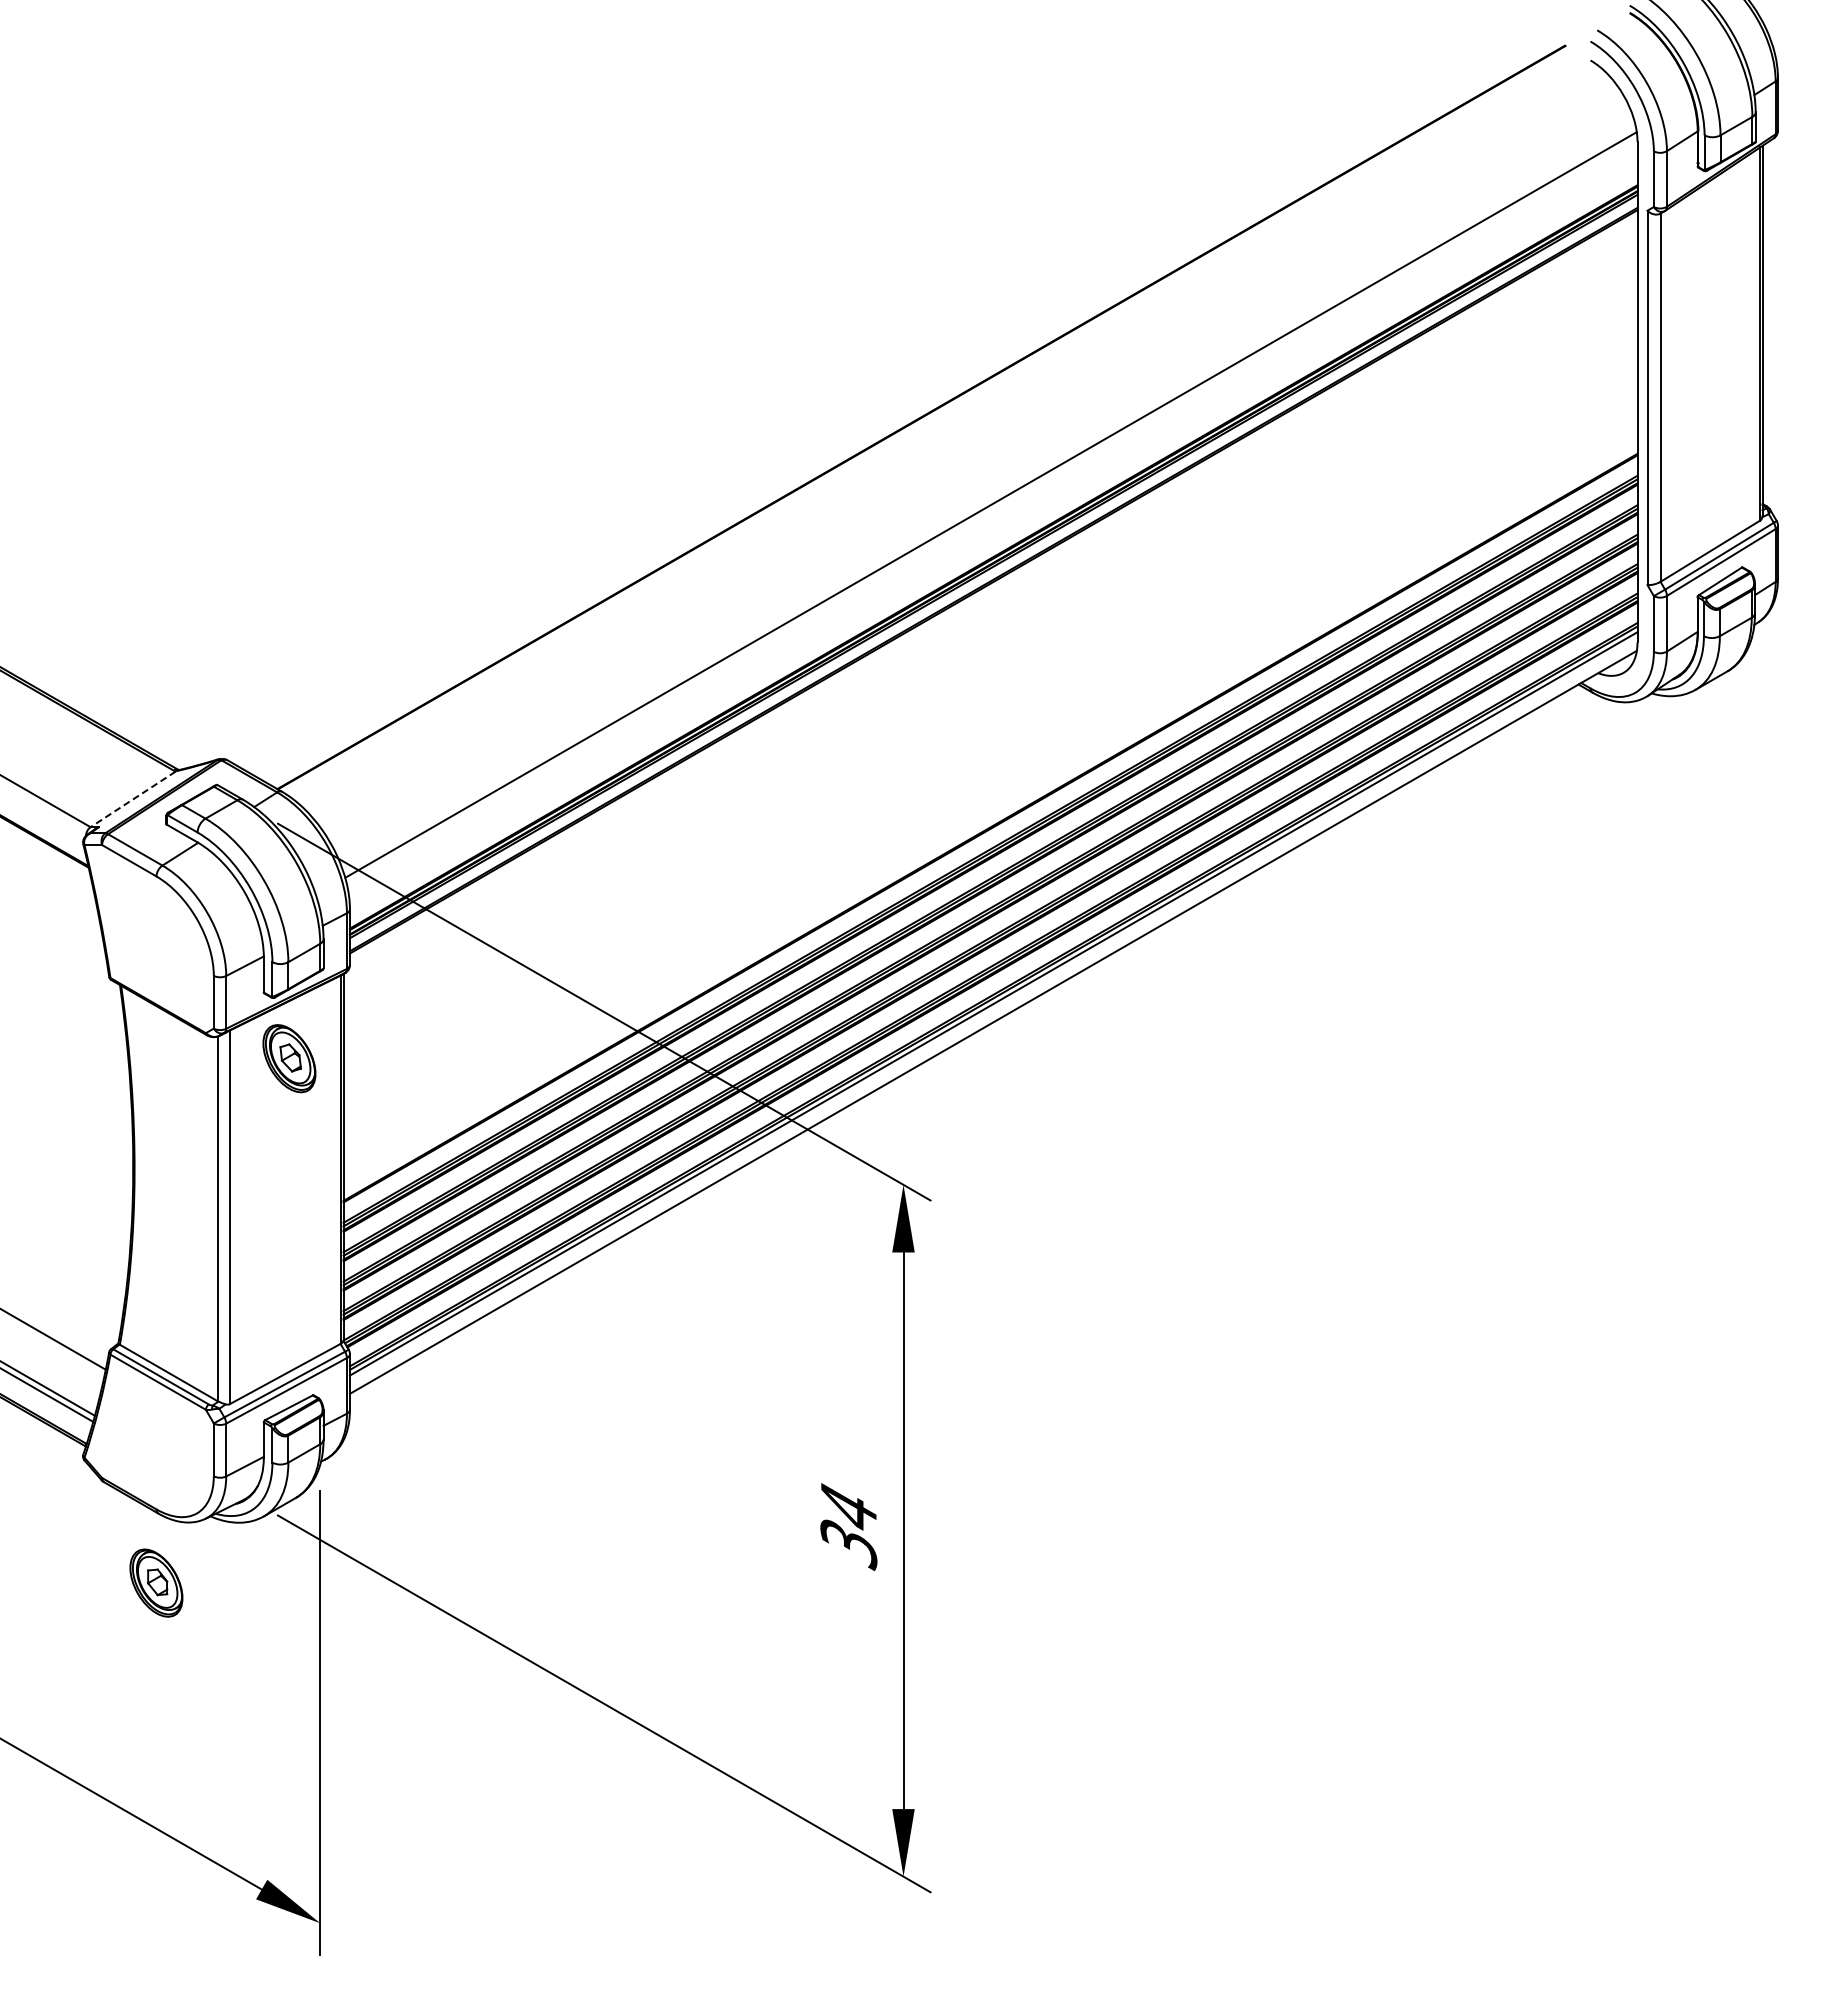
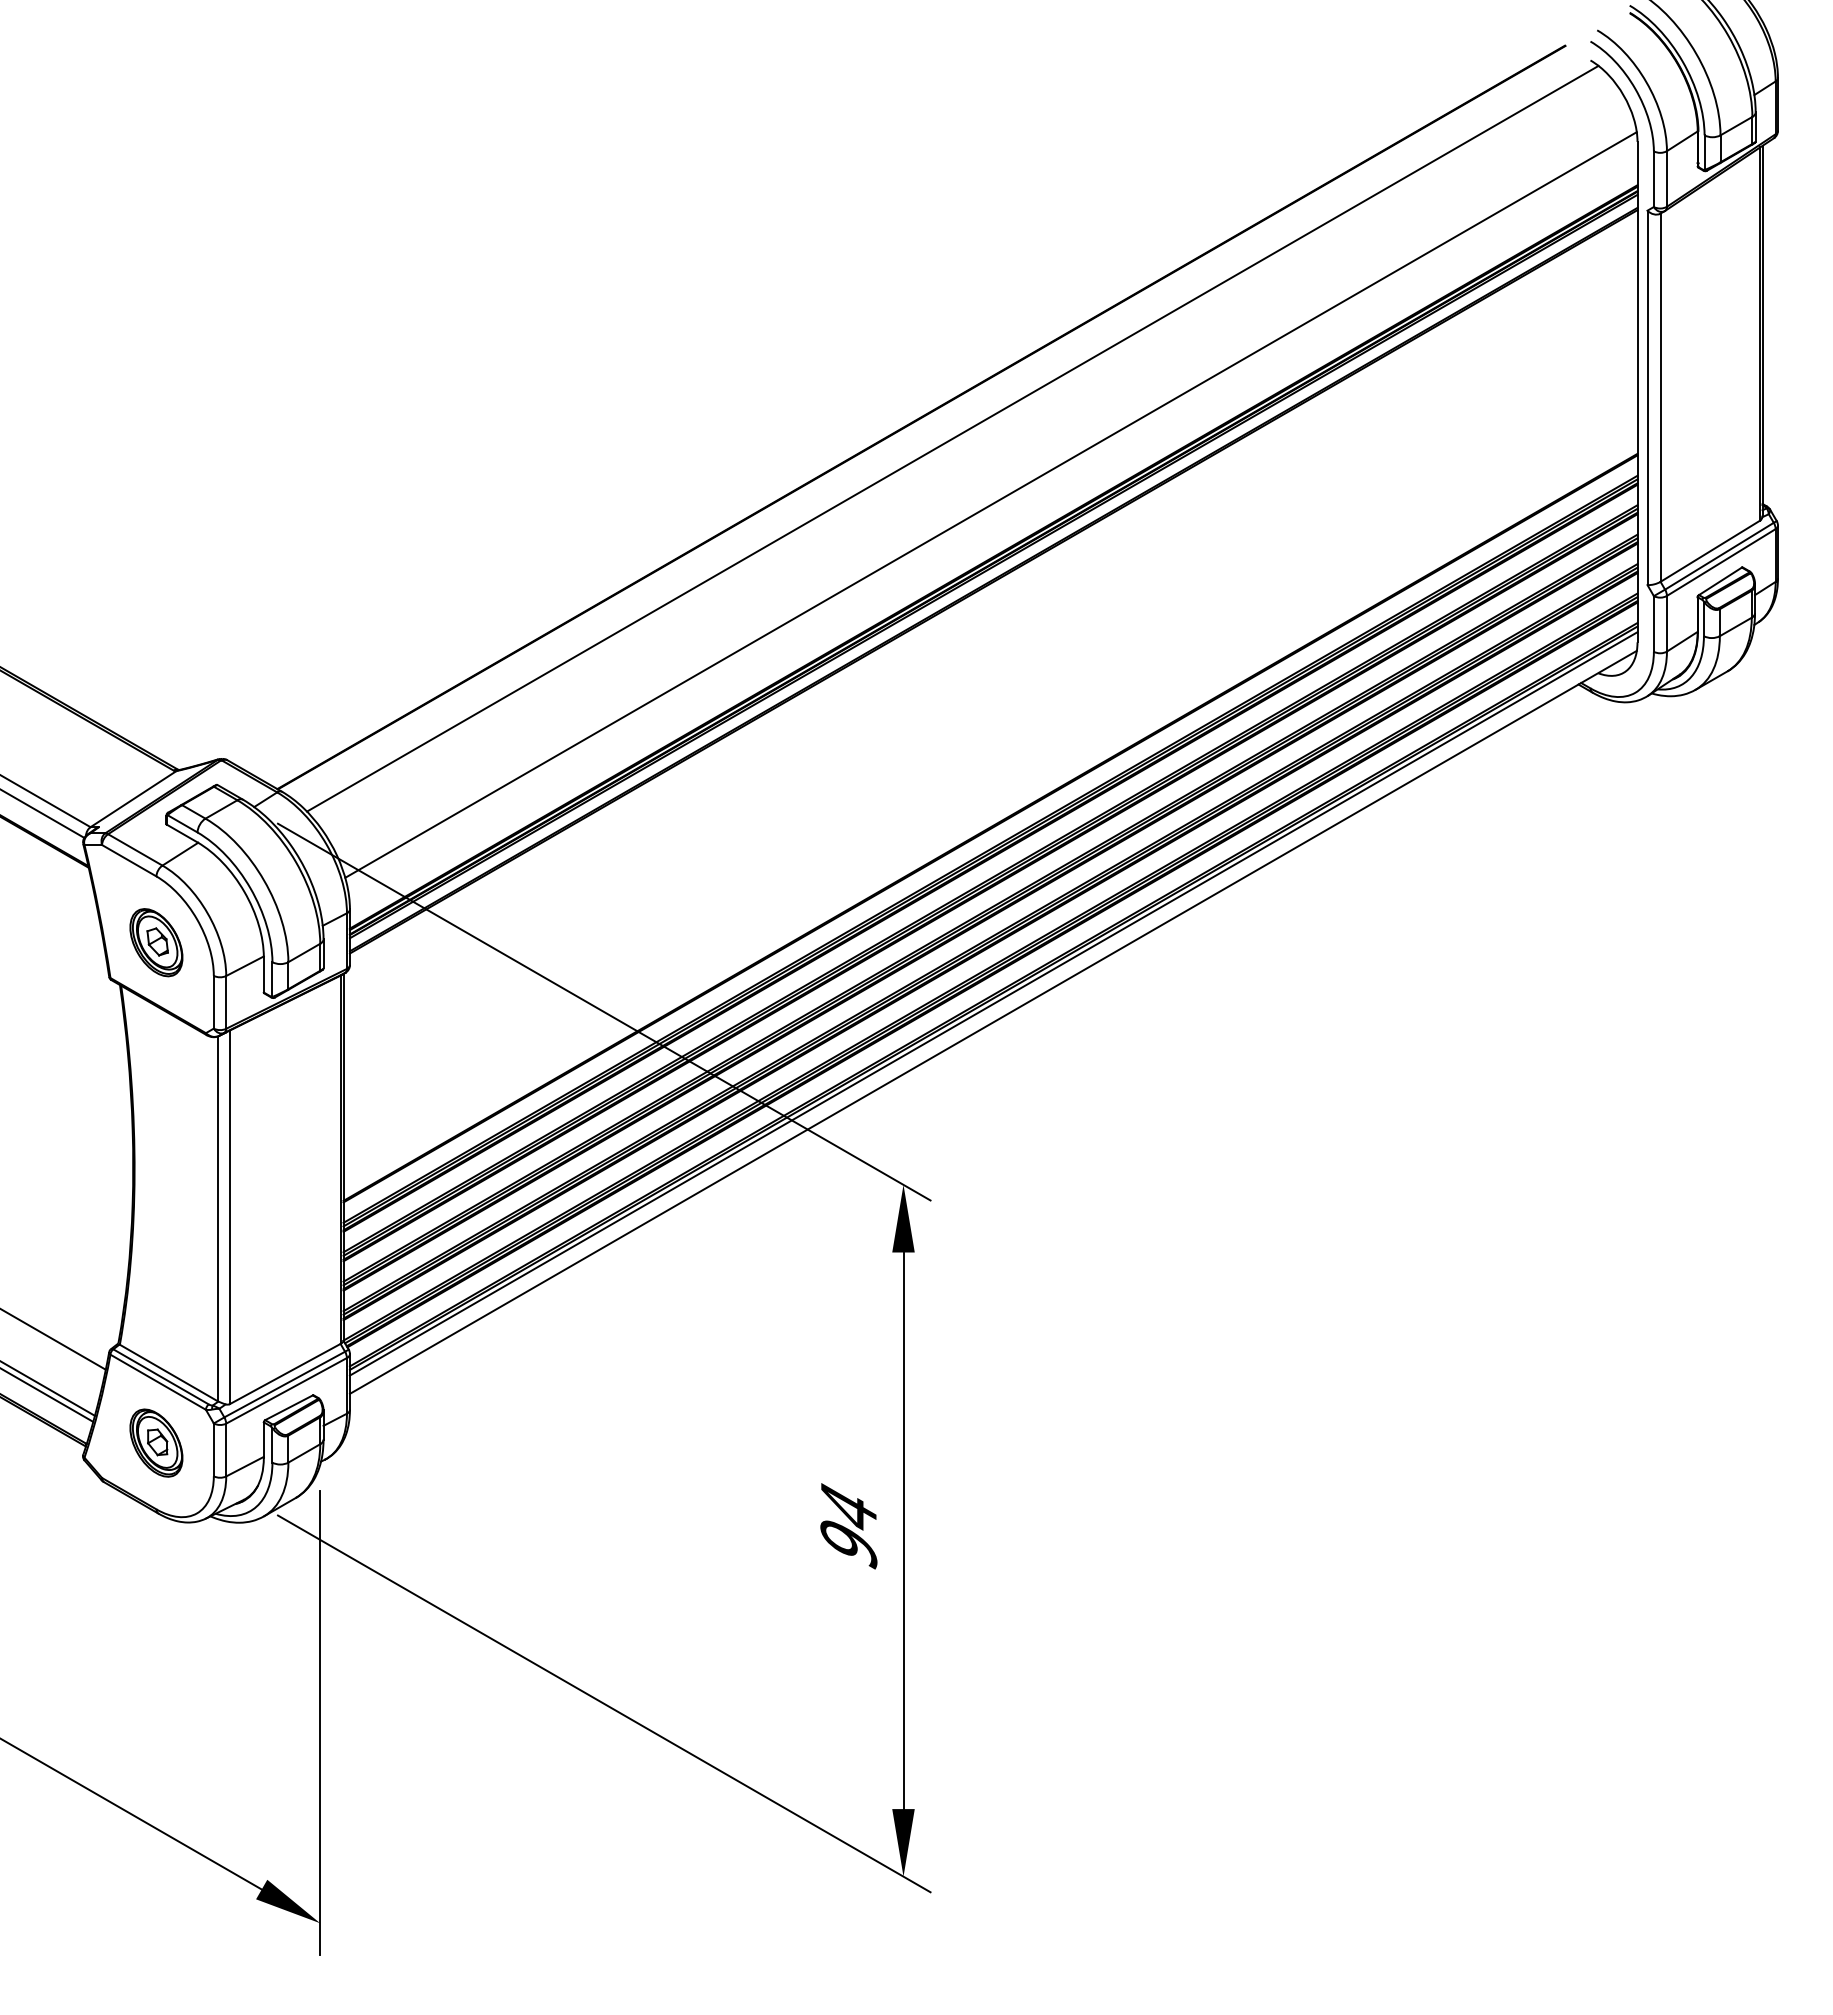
line at (952, 438): none -> present
line at (133, 799): dashed -> solid
line at (43, 813): none -> present
part at (289, 1058) position: (289, 1058) -> (156, 942)
text at (848, 1545): 34 -> 94
part at (156, 1582) position: (156, 1582) -> (156, 1442)
